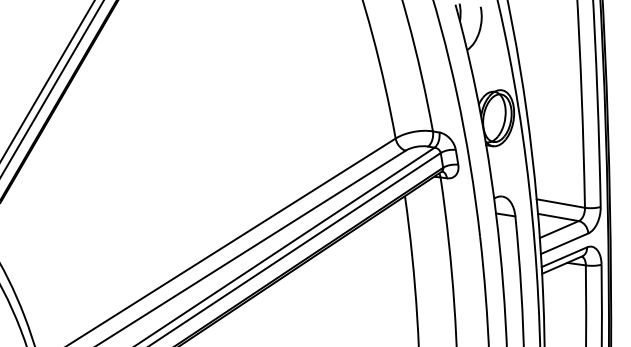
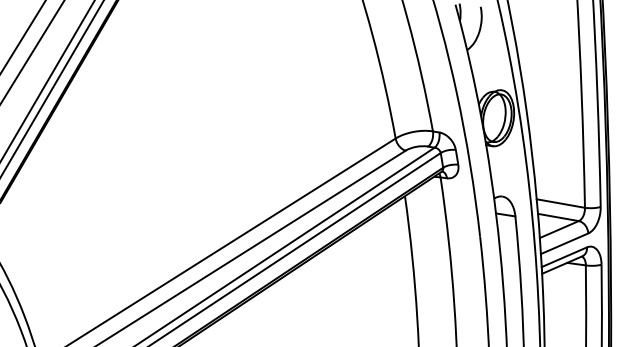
line at (23, 36): none -> present
line at (32, 51): none -> present
